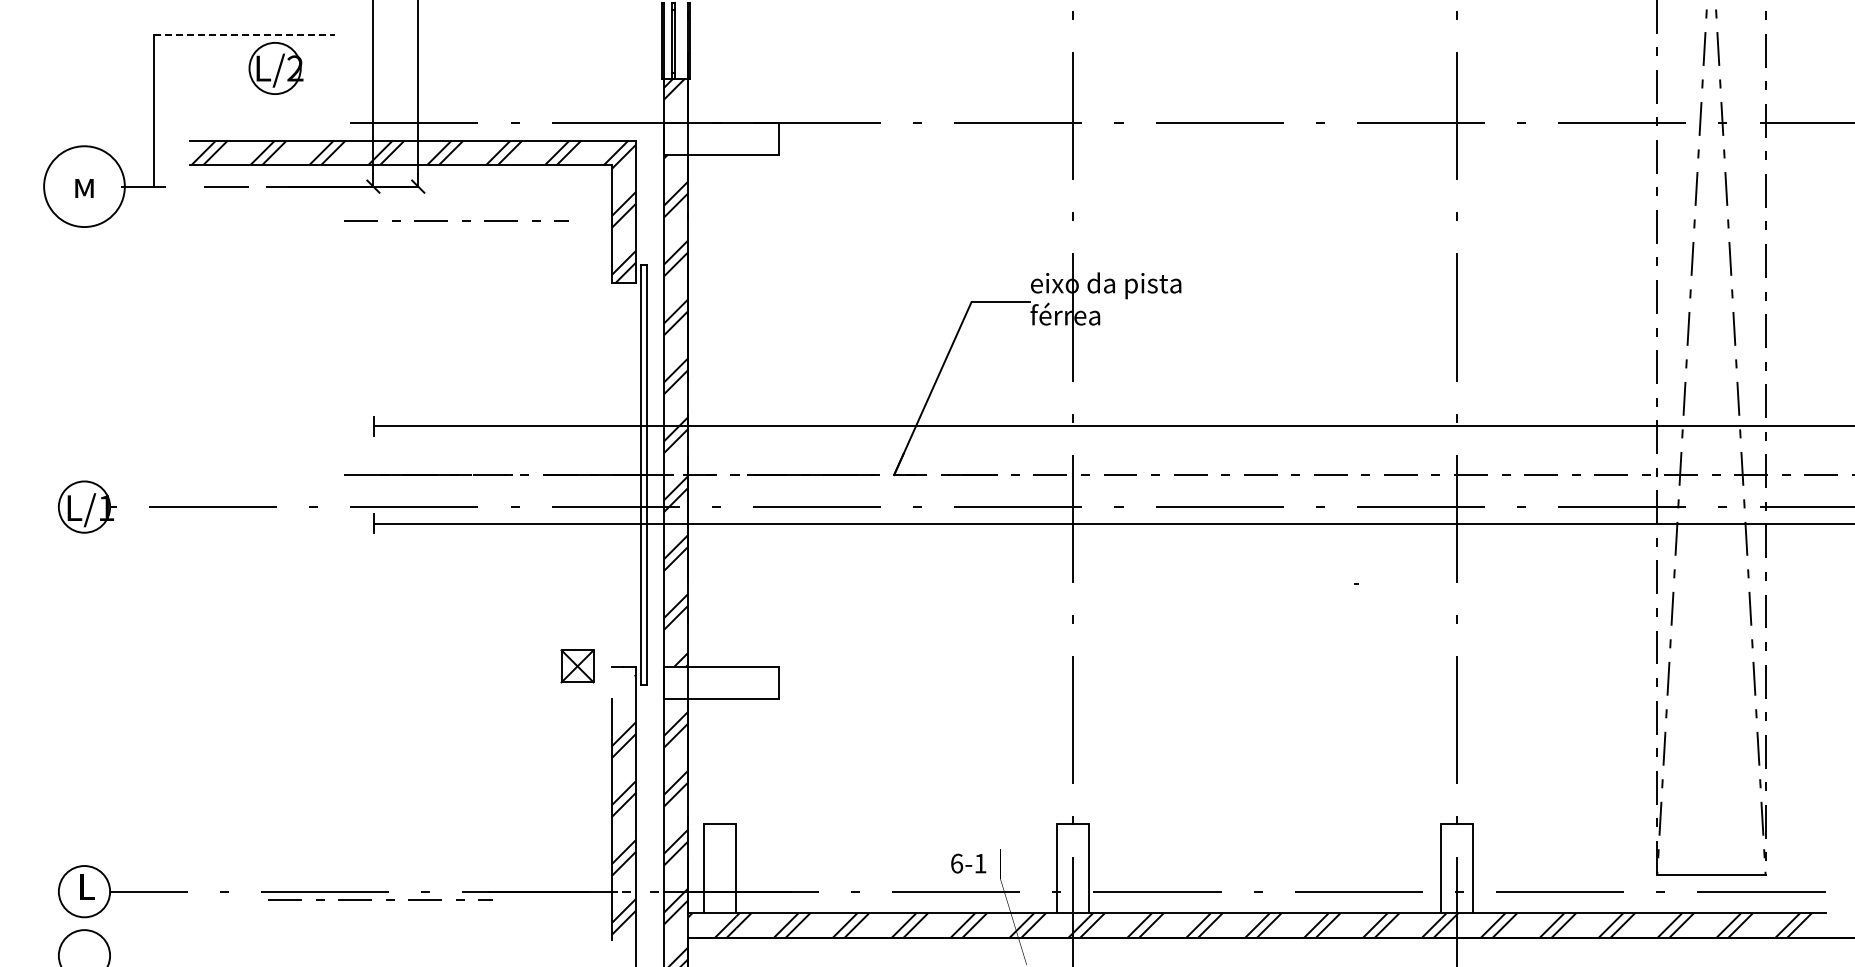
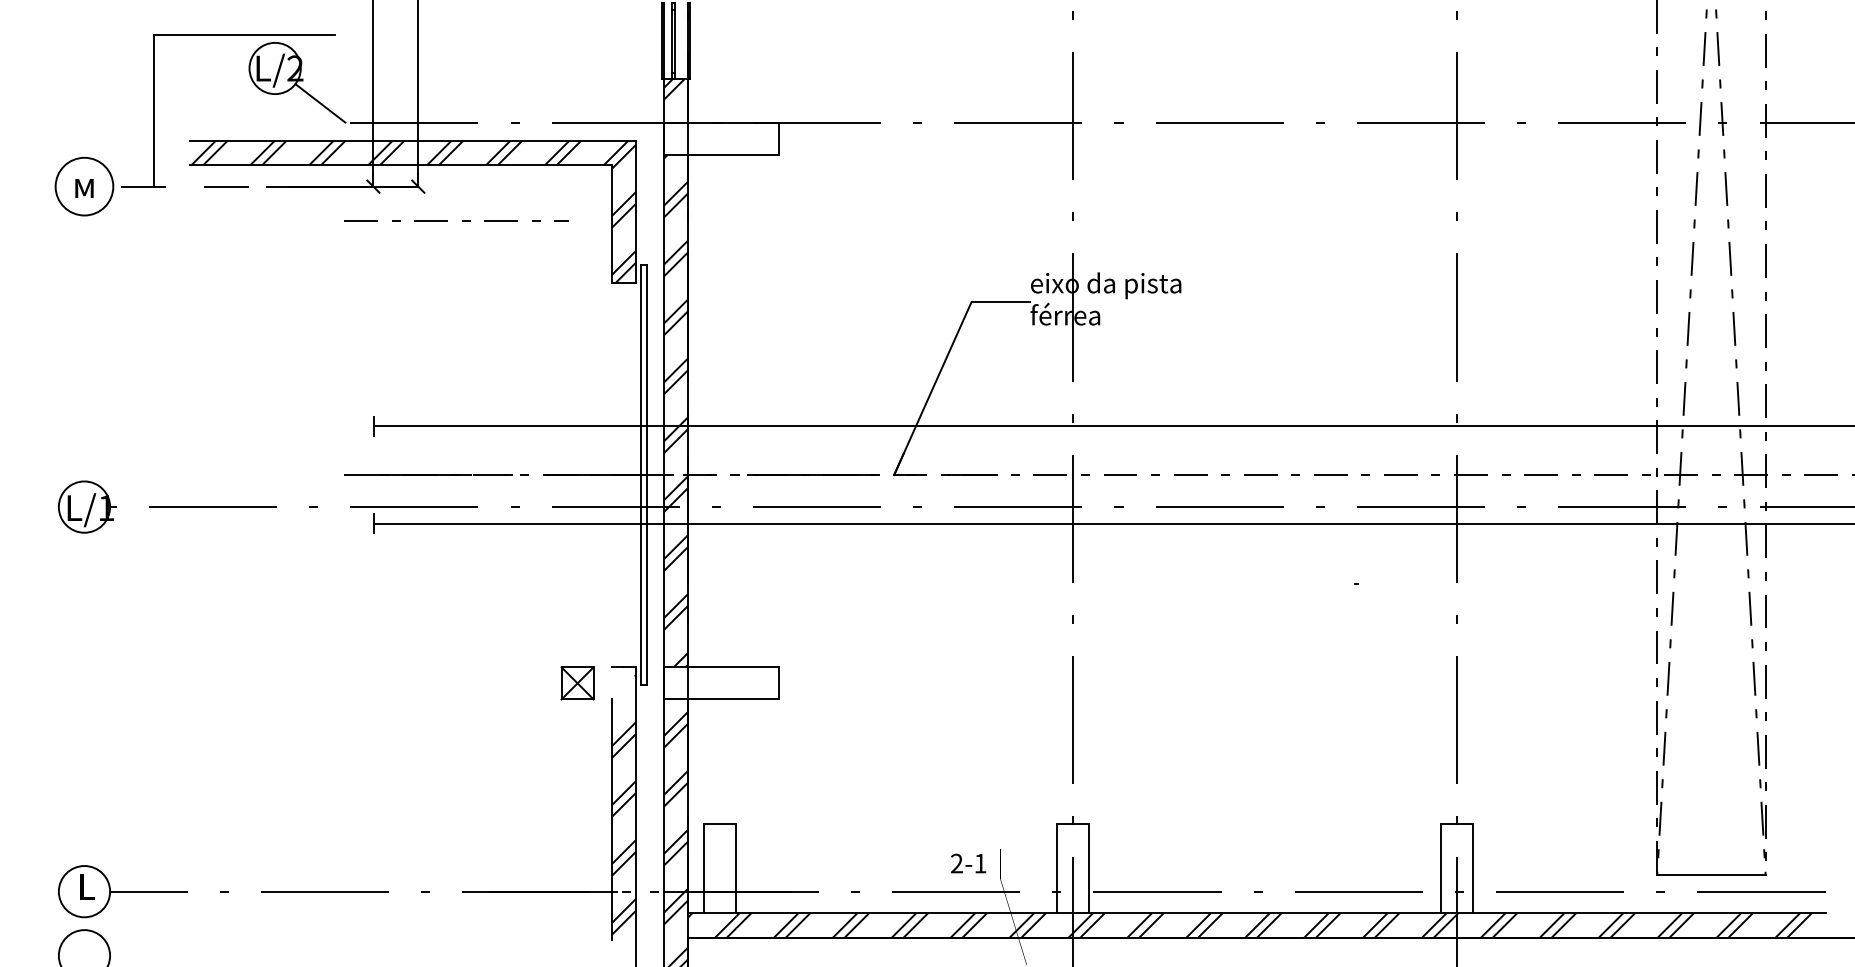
line at (244, 34): dashed -> solid
line at (320, 103): none -> present
circle at (84, 186) diameter: 81 px -> 58 px
part at (577, 666) position: (577, 666) -> (577, 683)
text at (956, 863): 6-1 -> 2-1
line at (386, 899): present -> none
